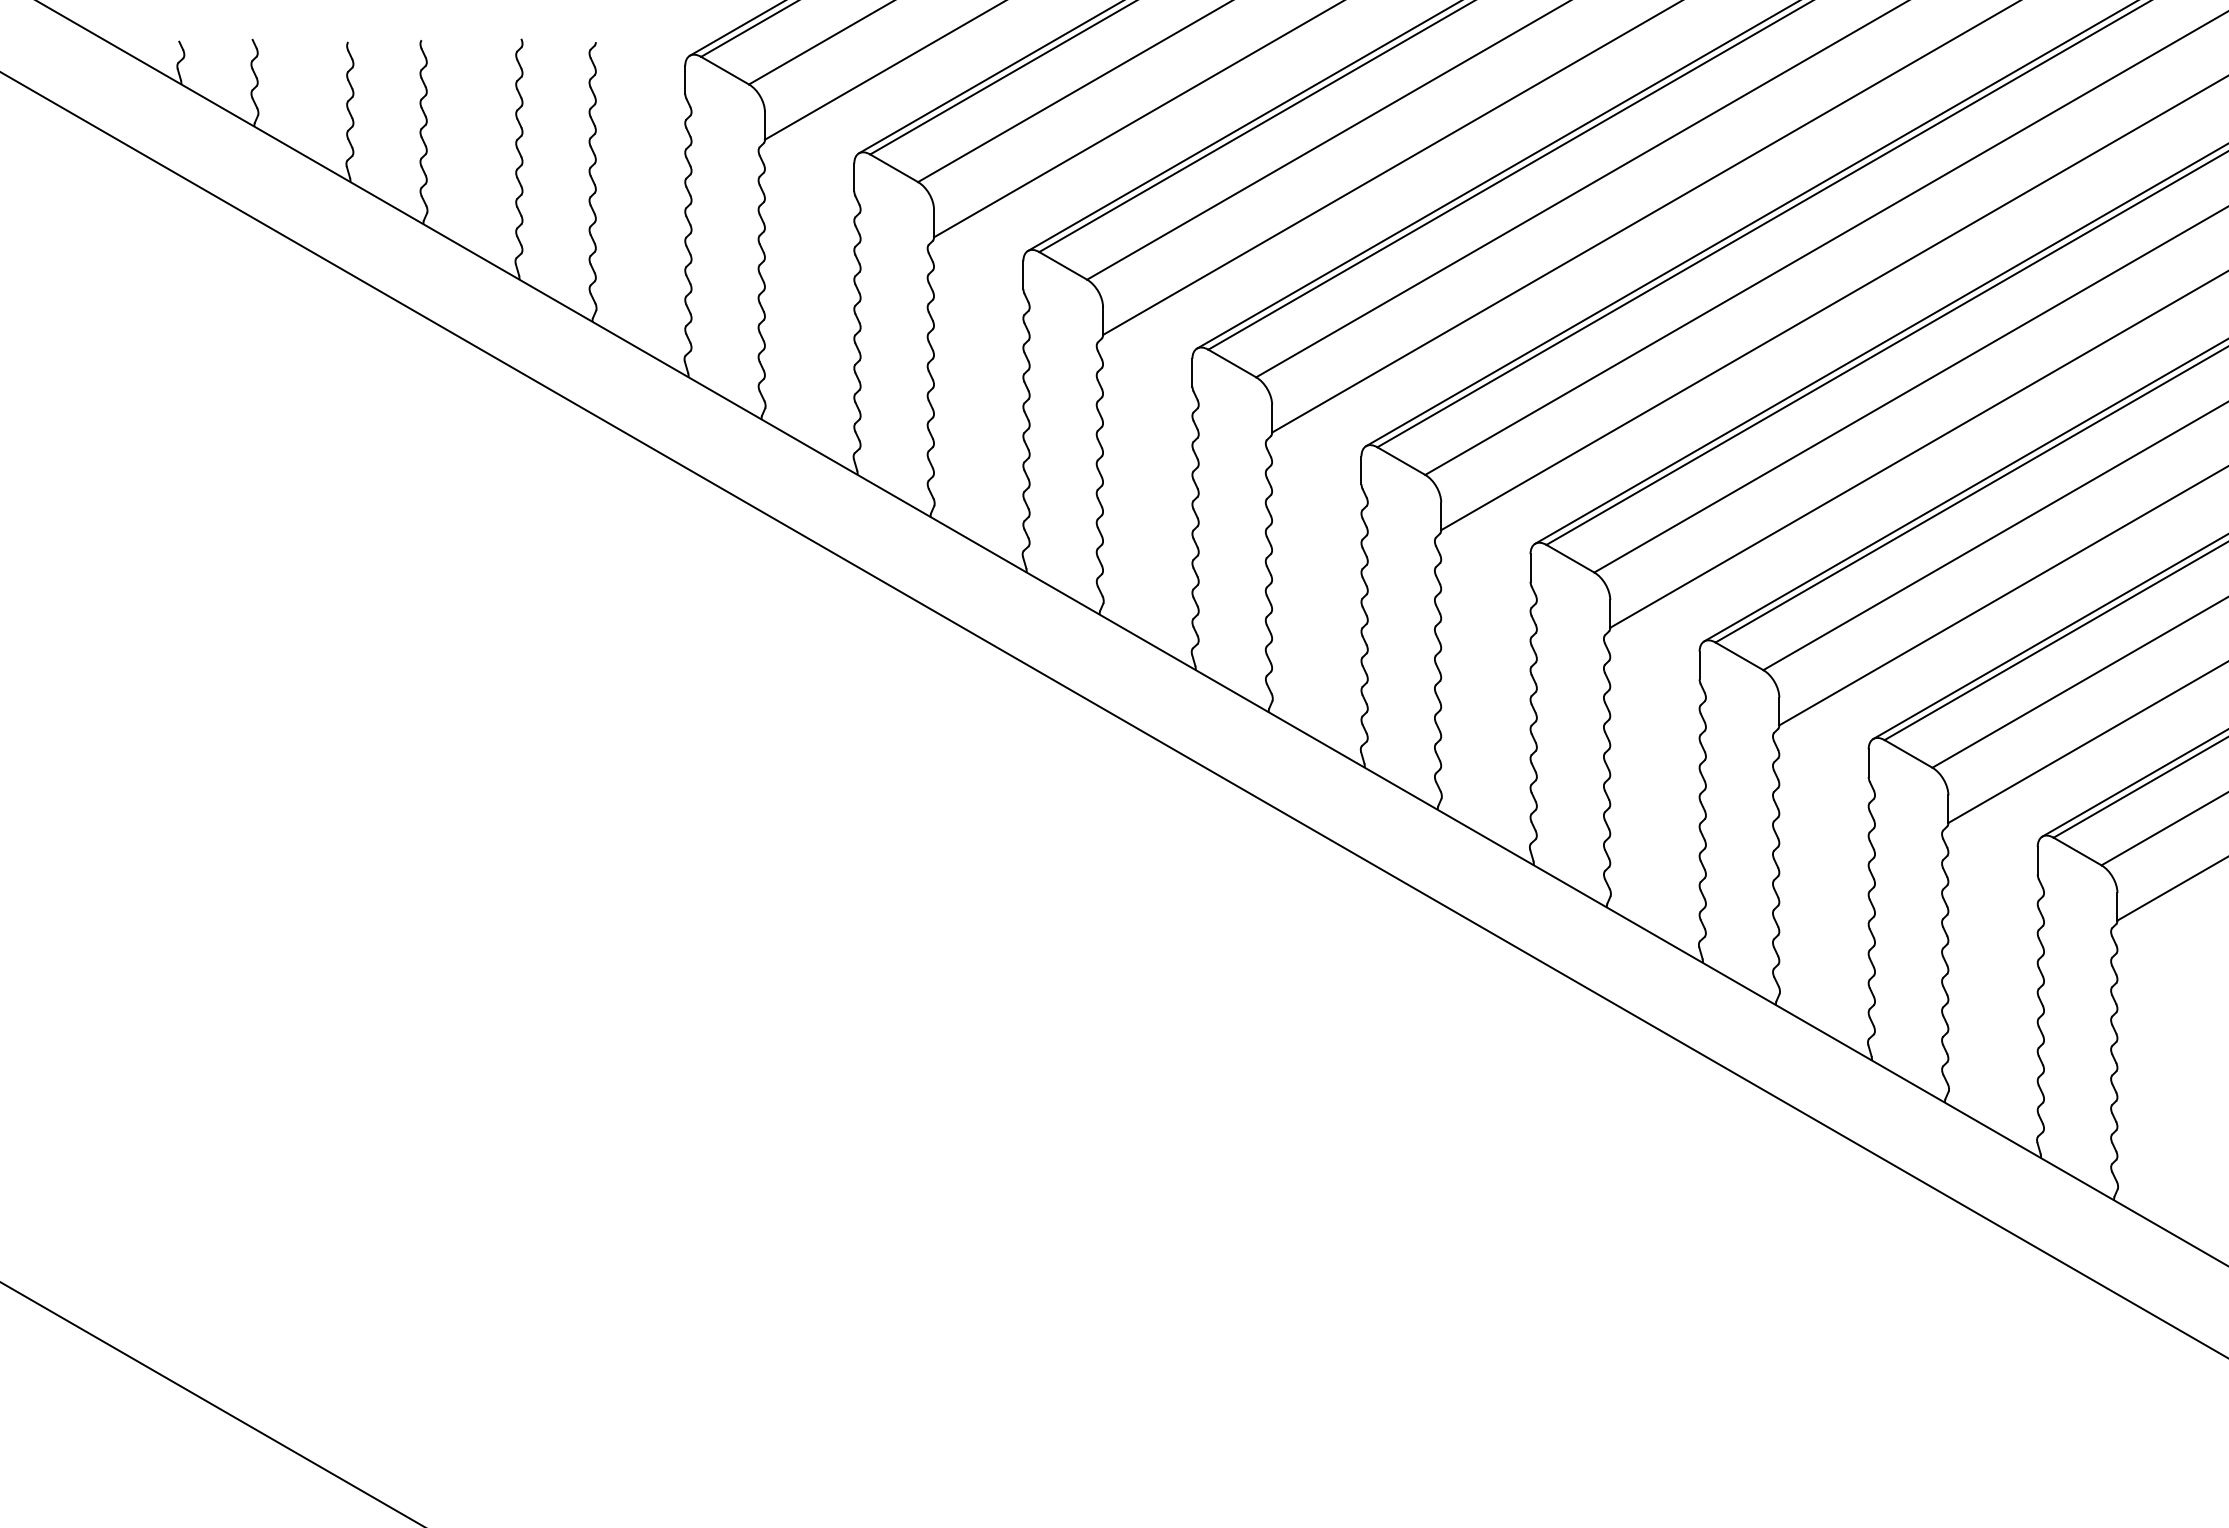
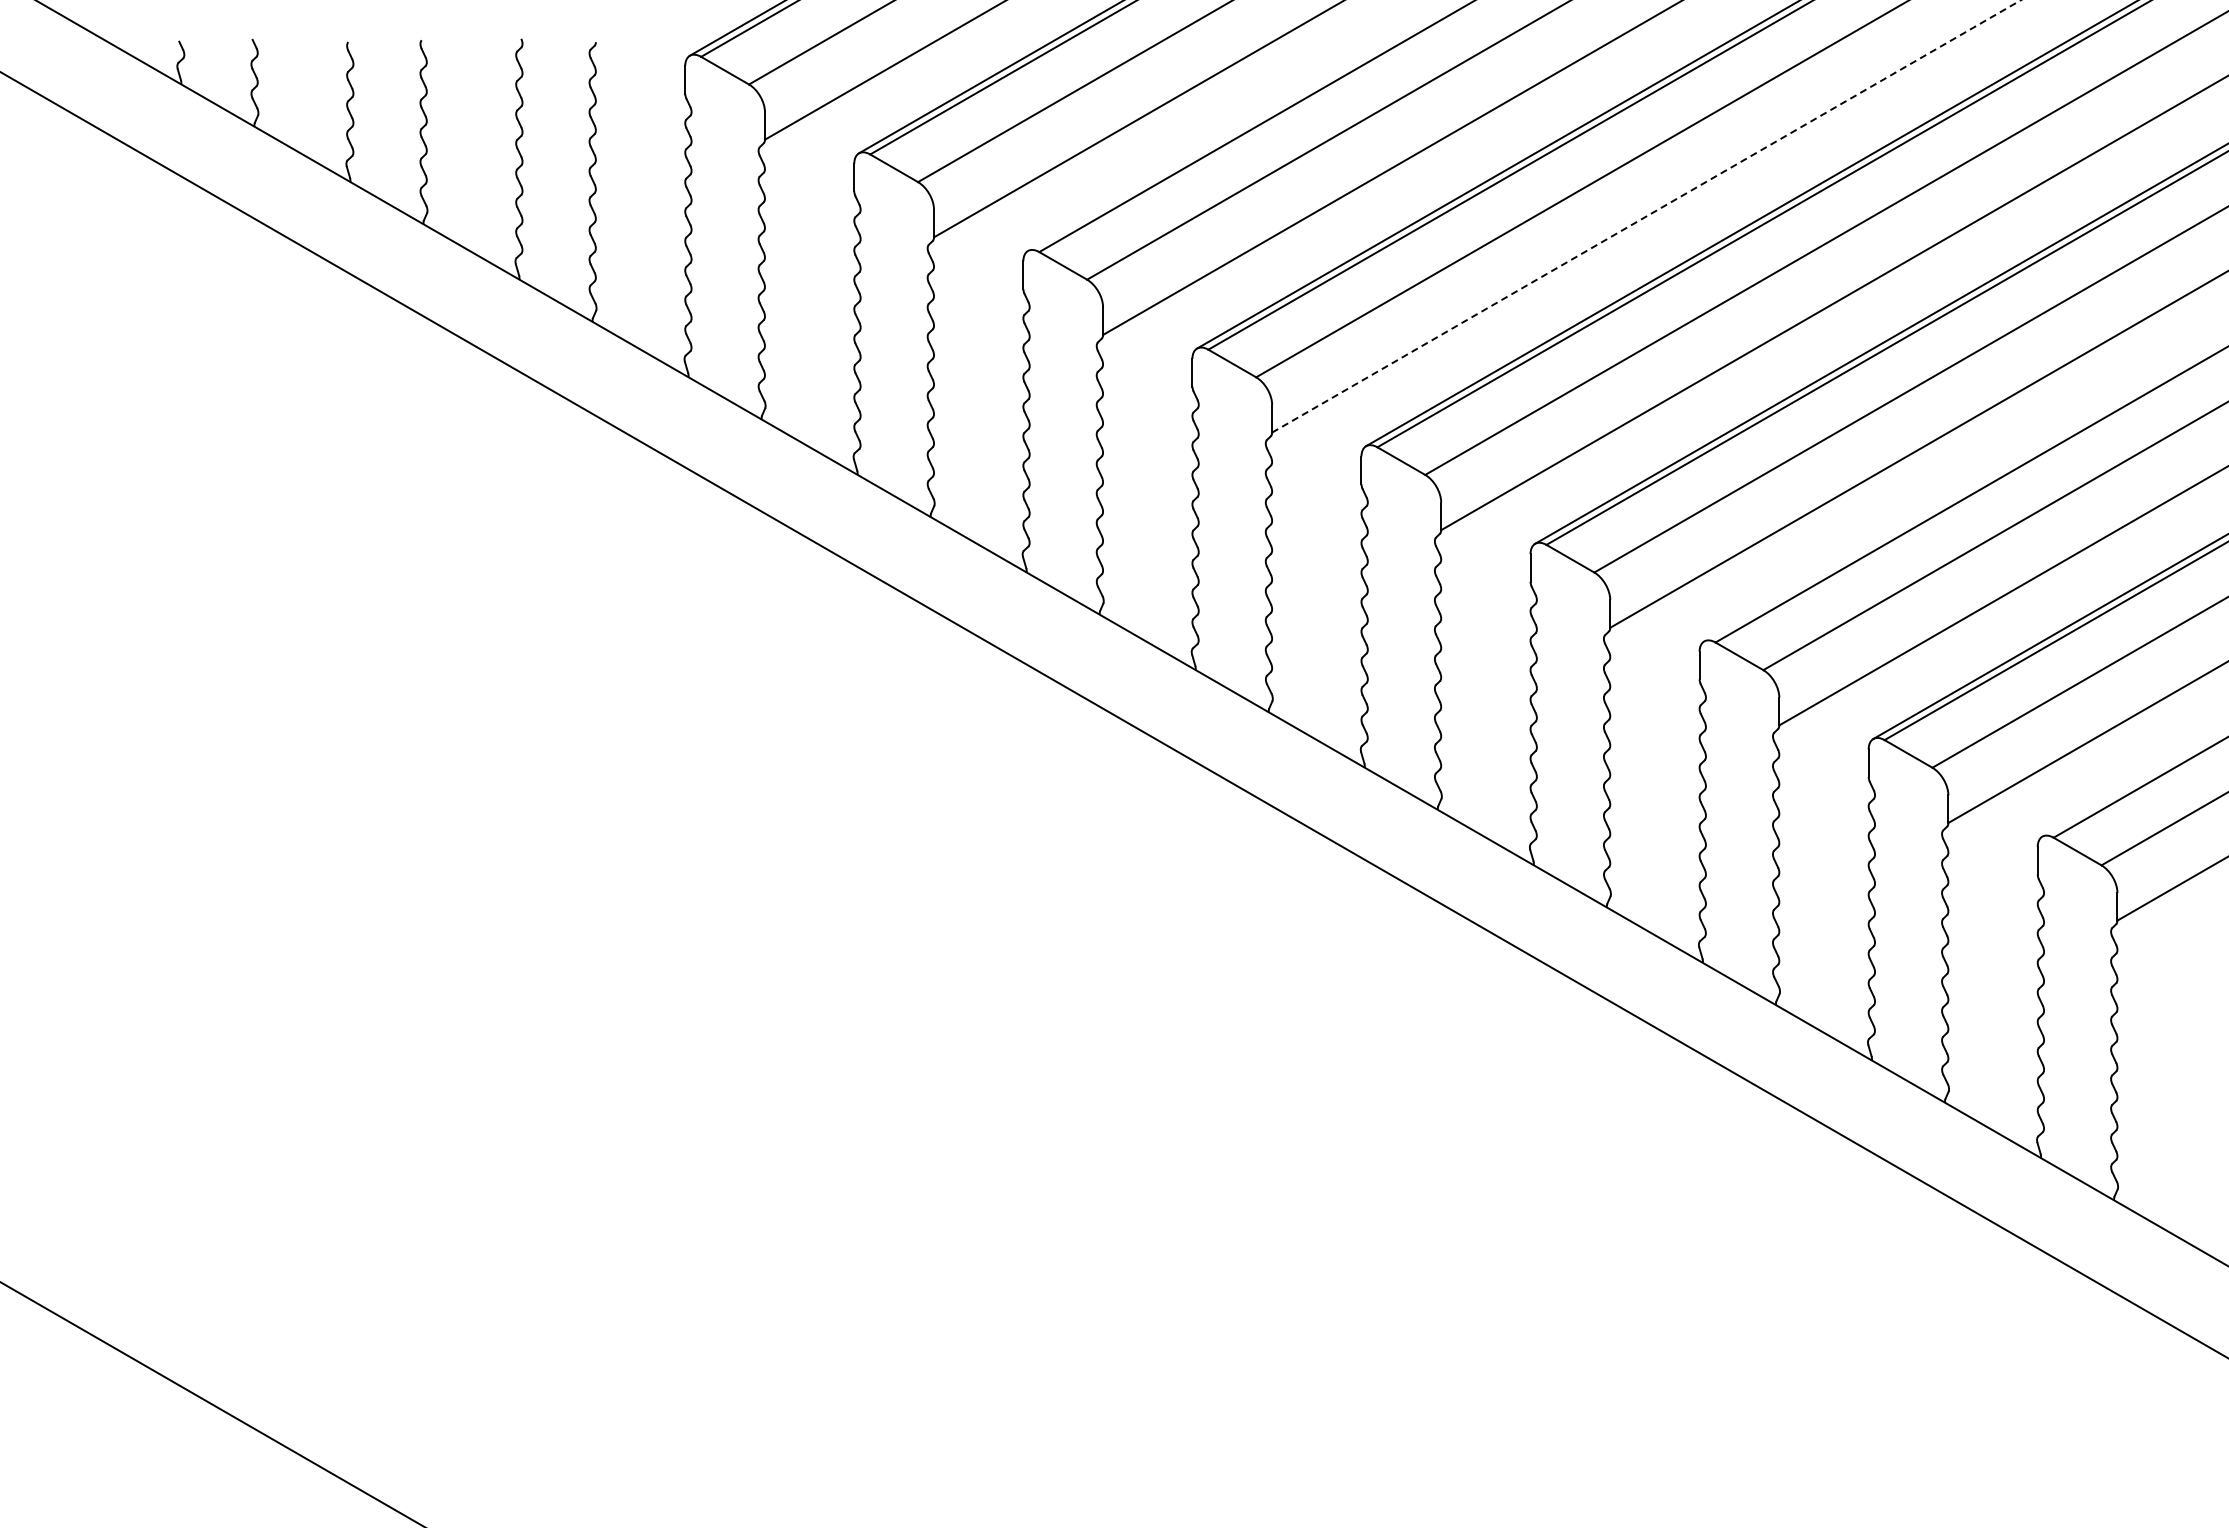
line at (1243, 126): present -> none
line at (1647, 216): solid -> dashed
line at (1964, 490): present -> none
line at (2133, 783): present -> none
